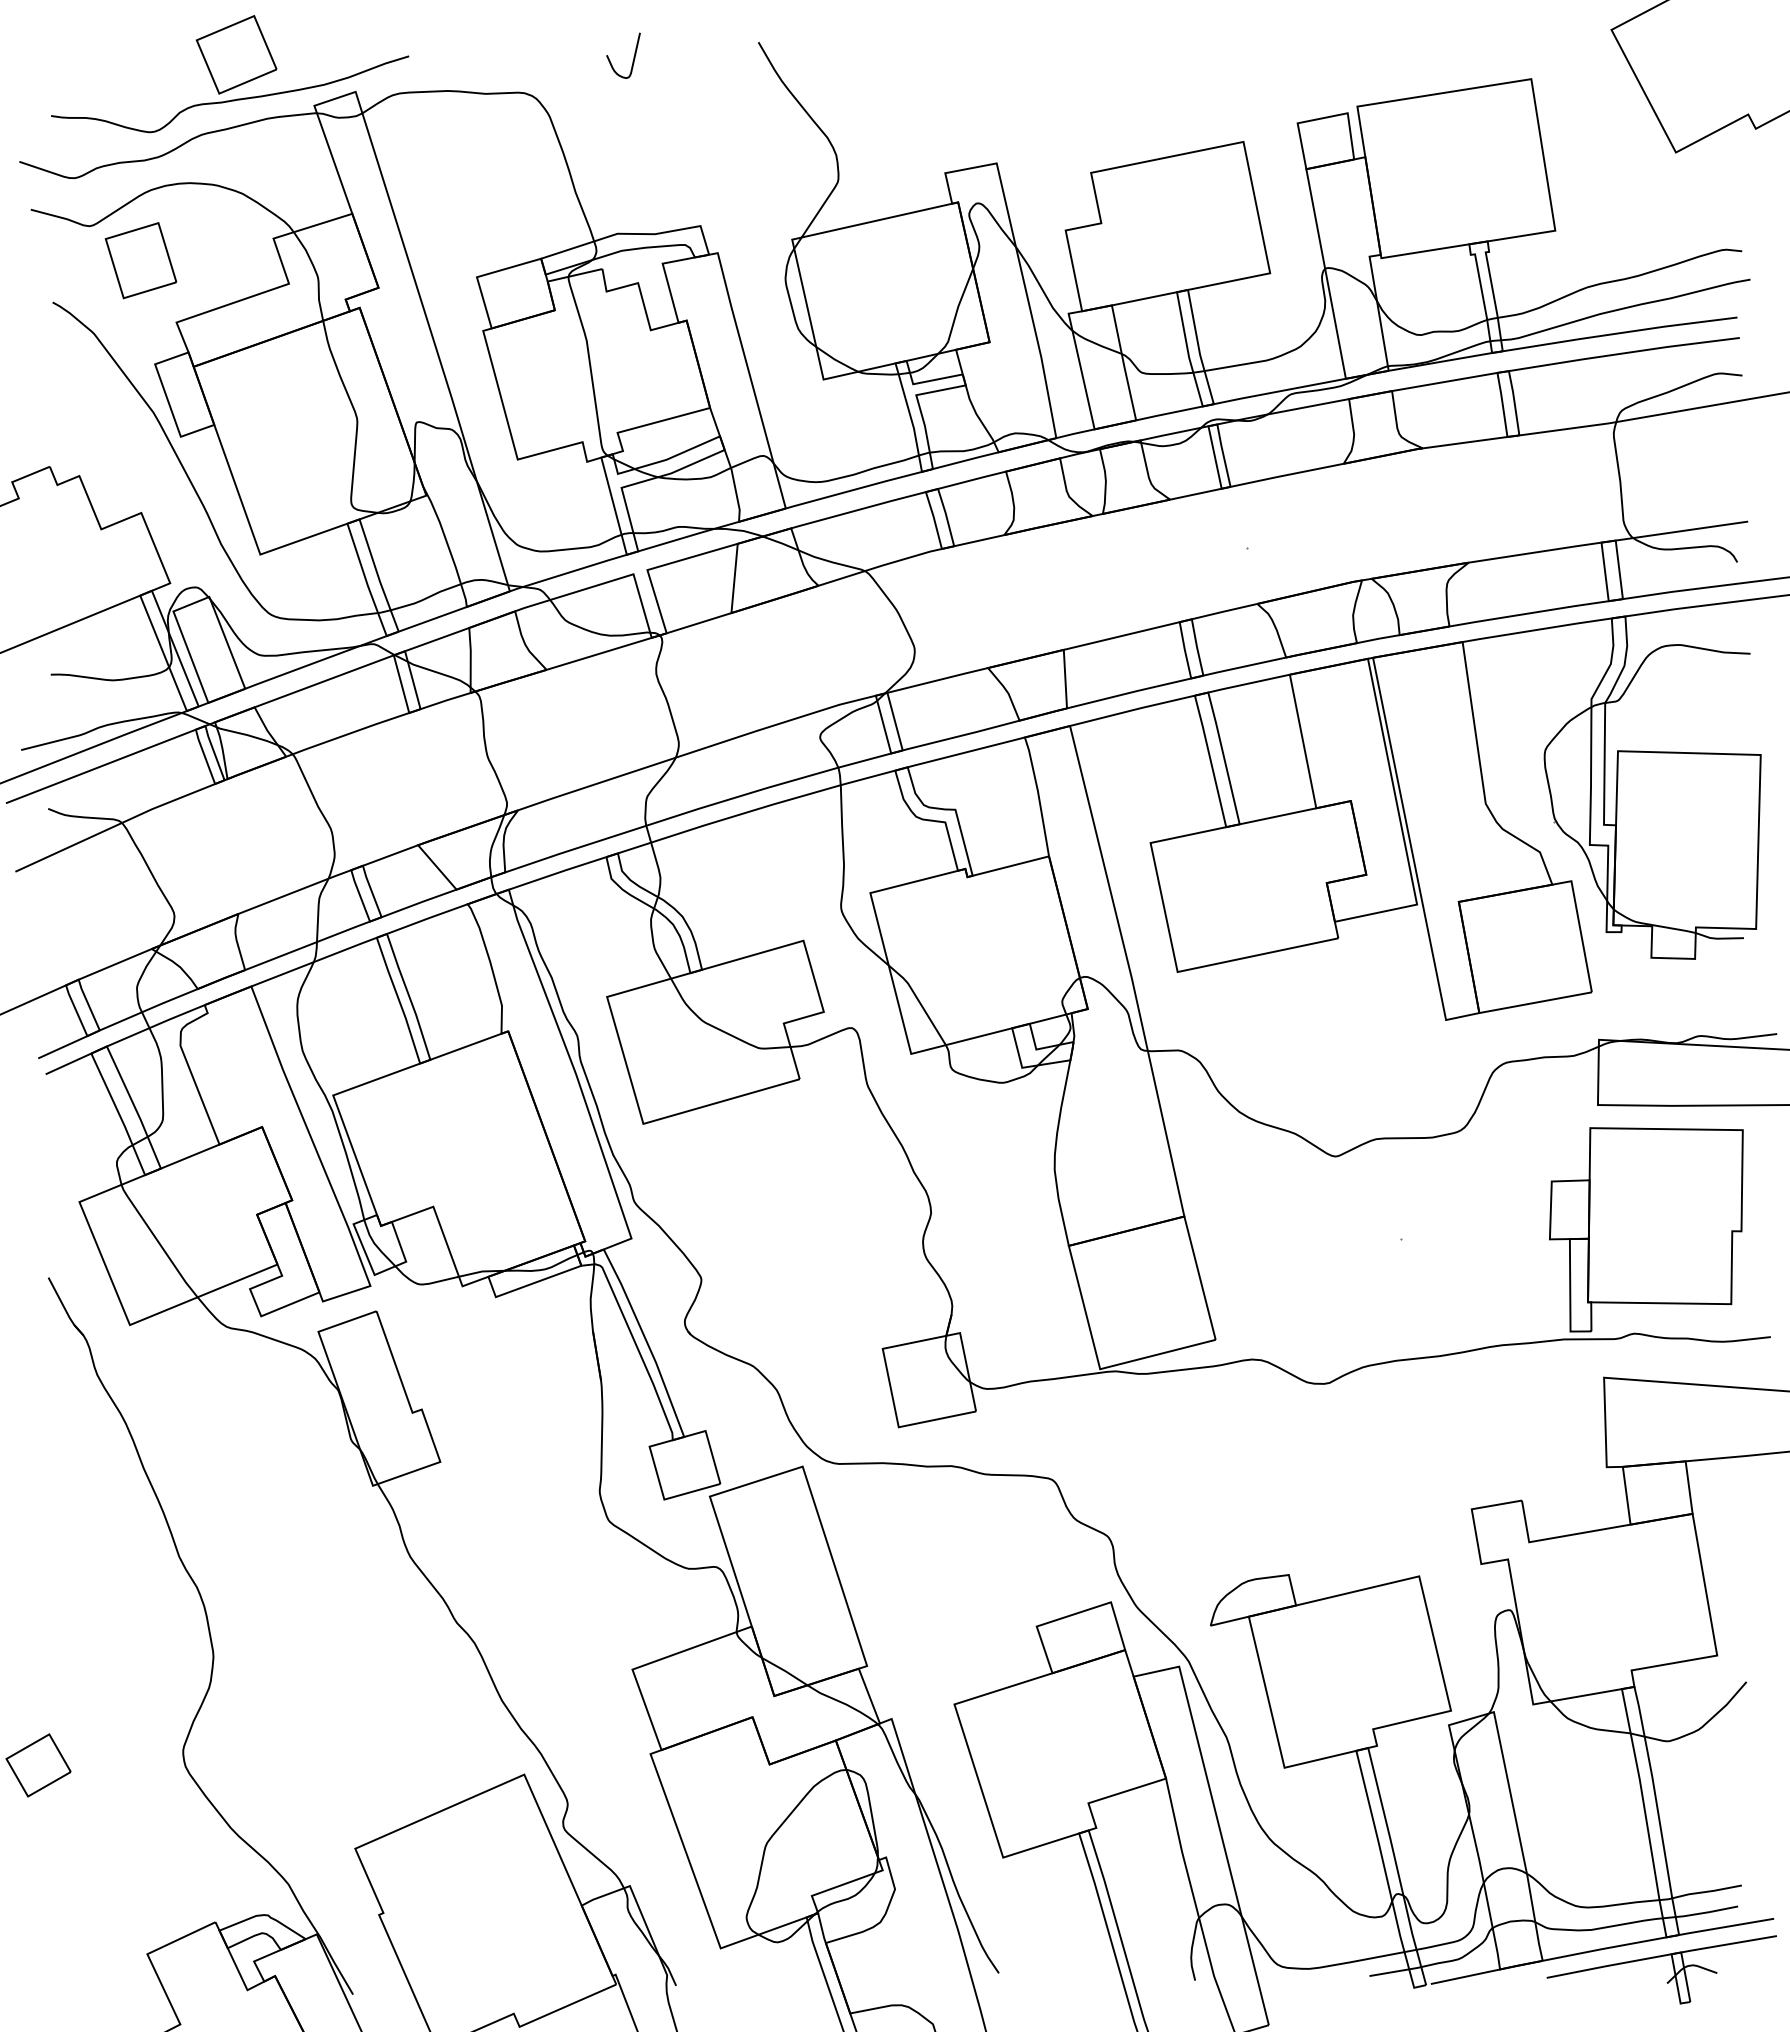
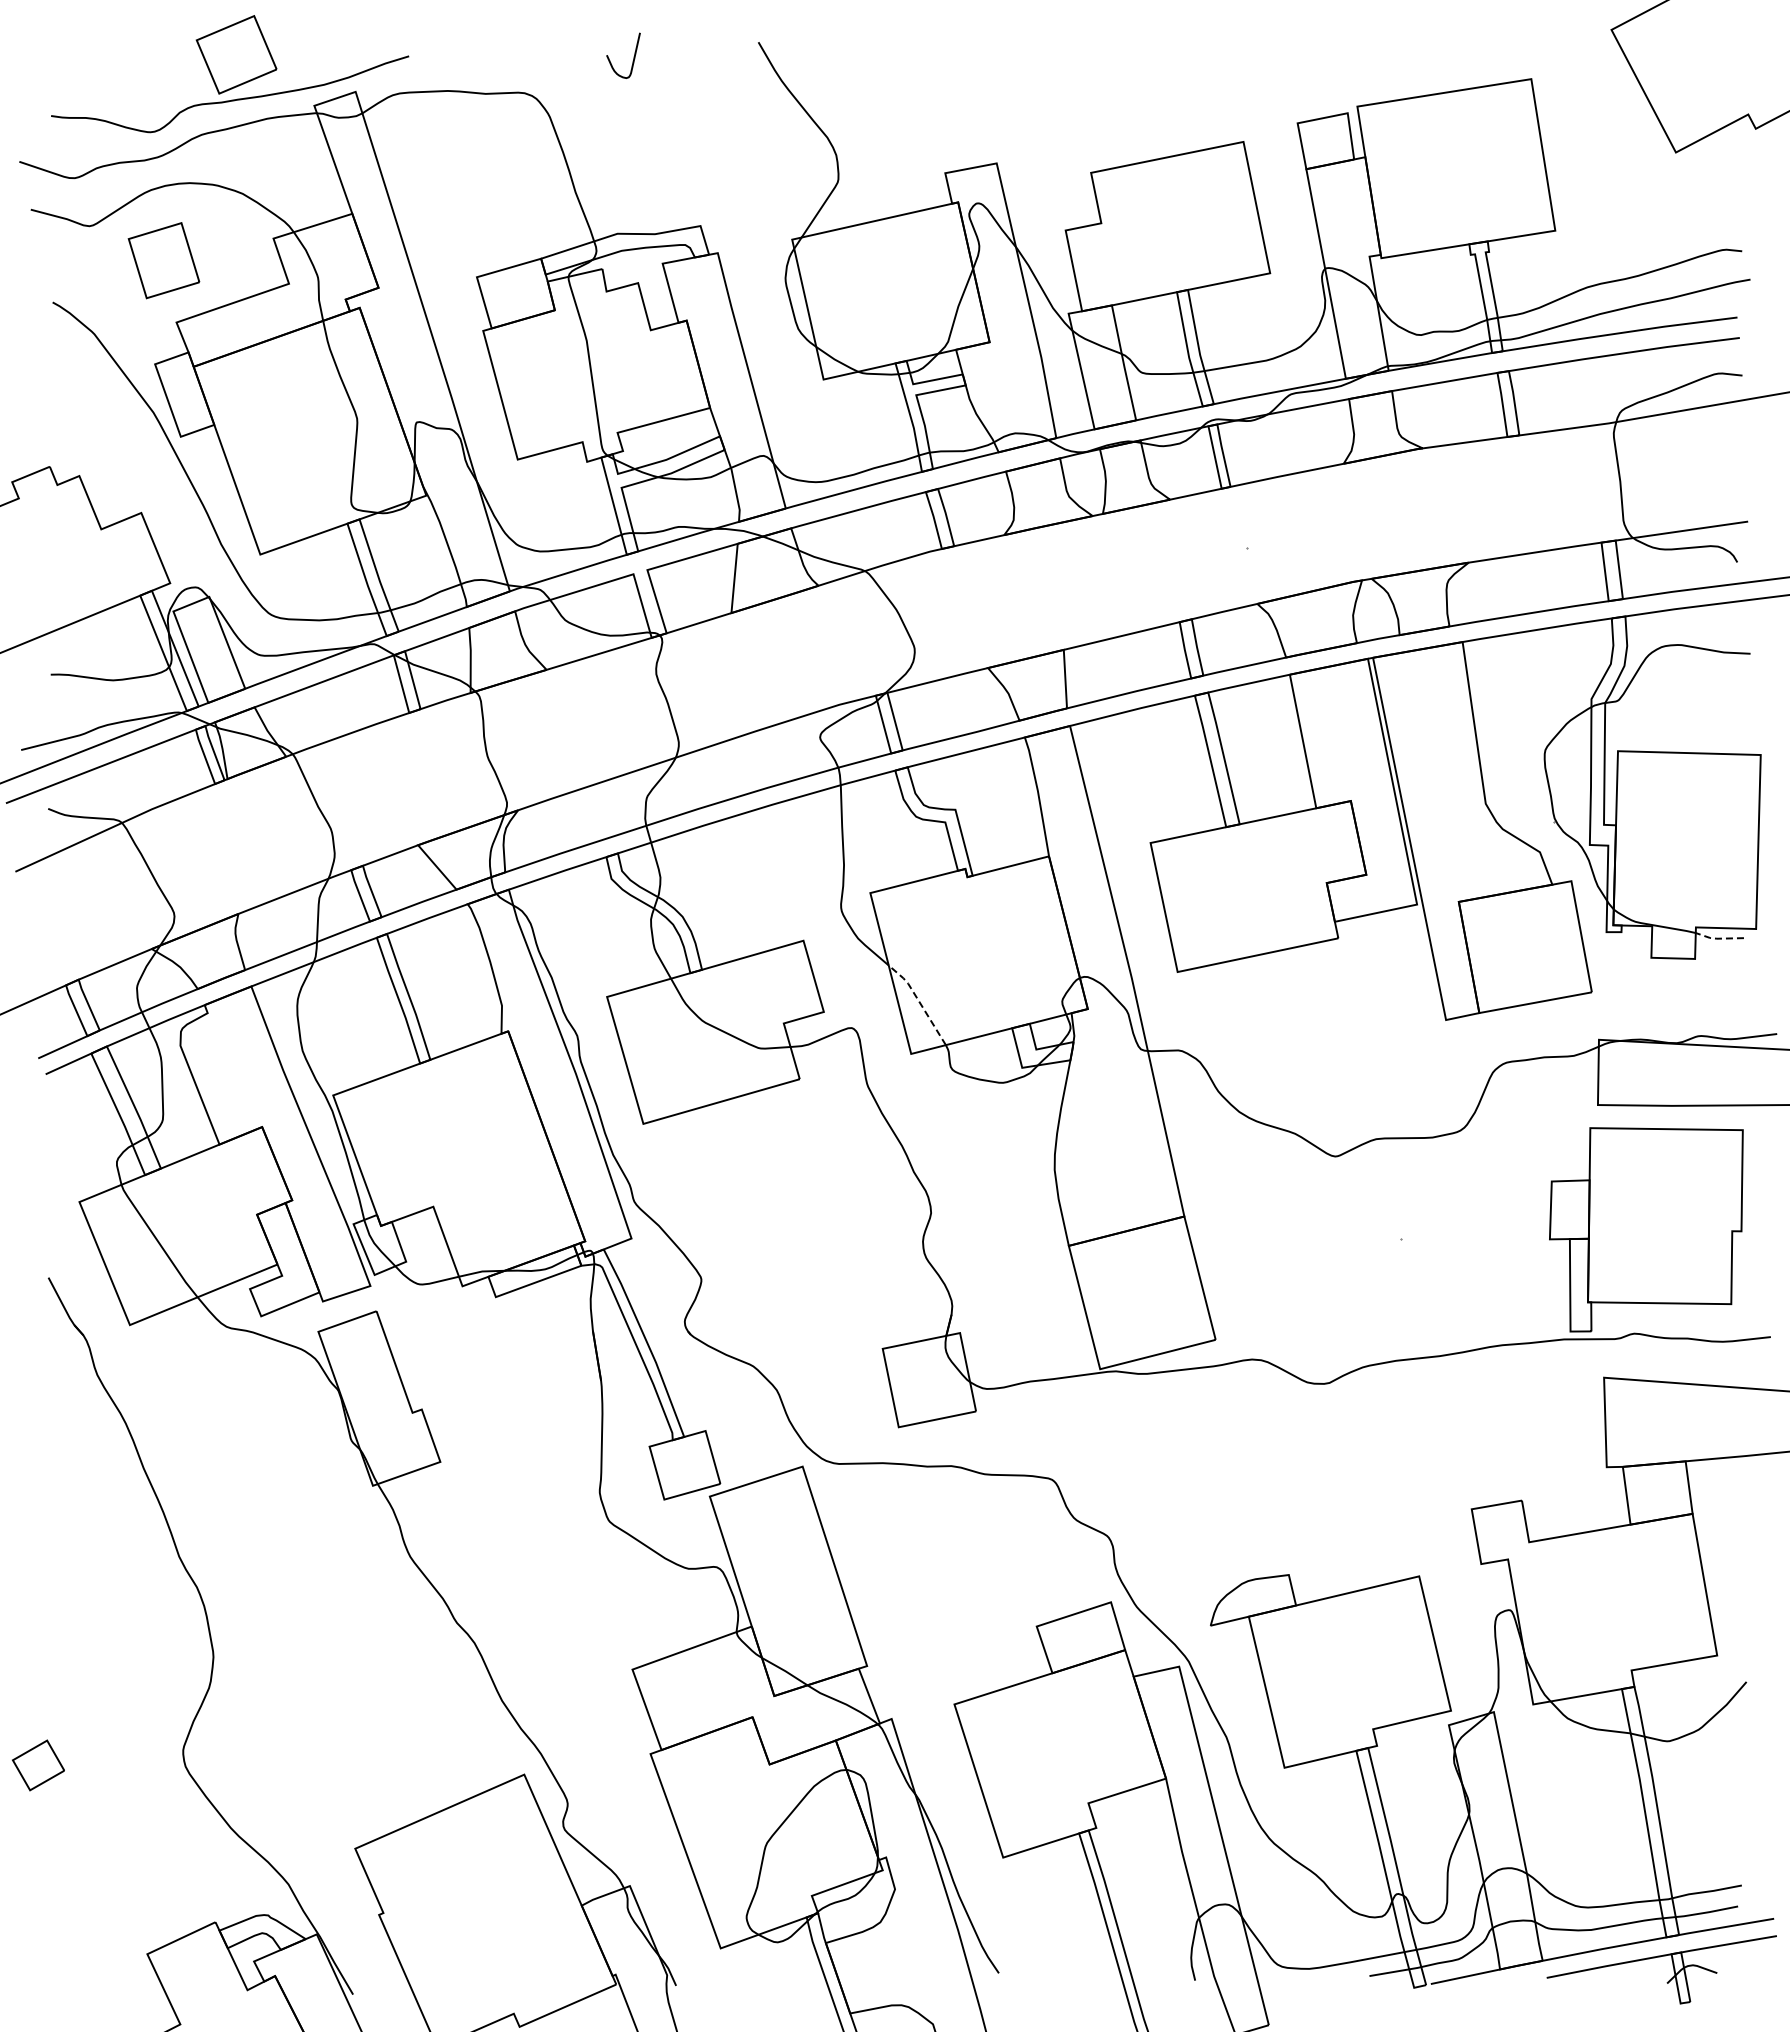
part at (140, 260) position: (140, 260) -> (163, 260)
line at (1717, 938): solid -> dashed
line at (918, 1001): solid -> dashed
part at (38, 1765) size: 67x65 px -> 53x53 px
